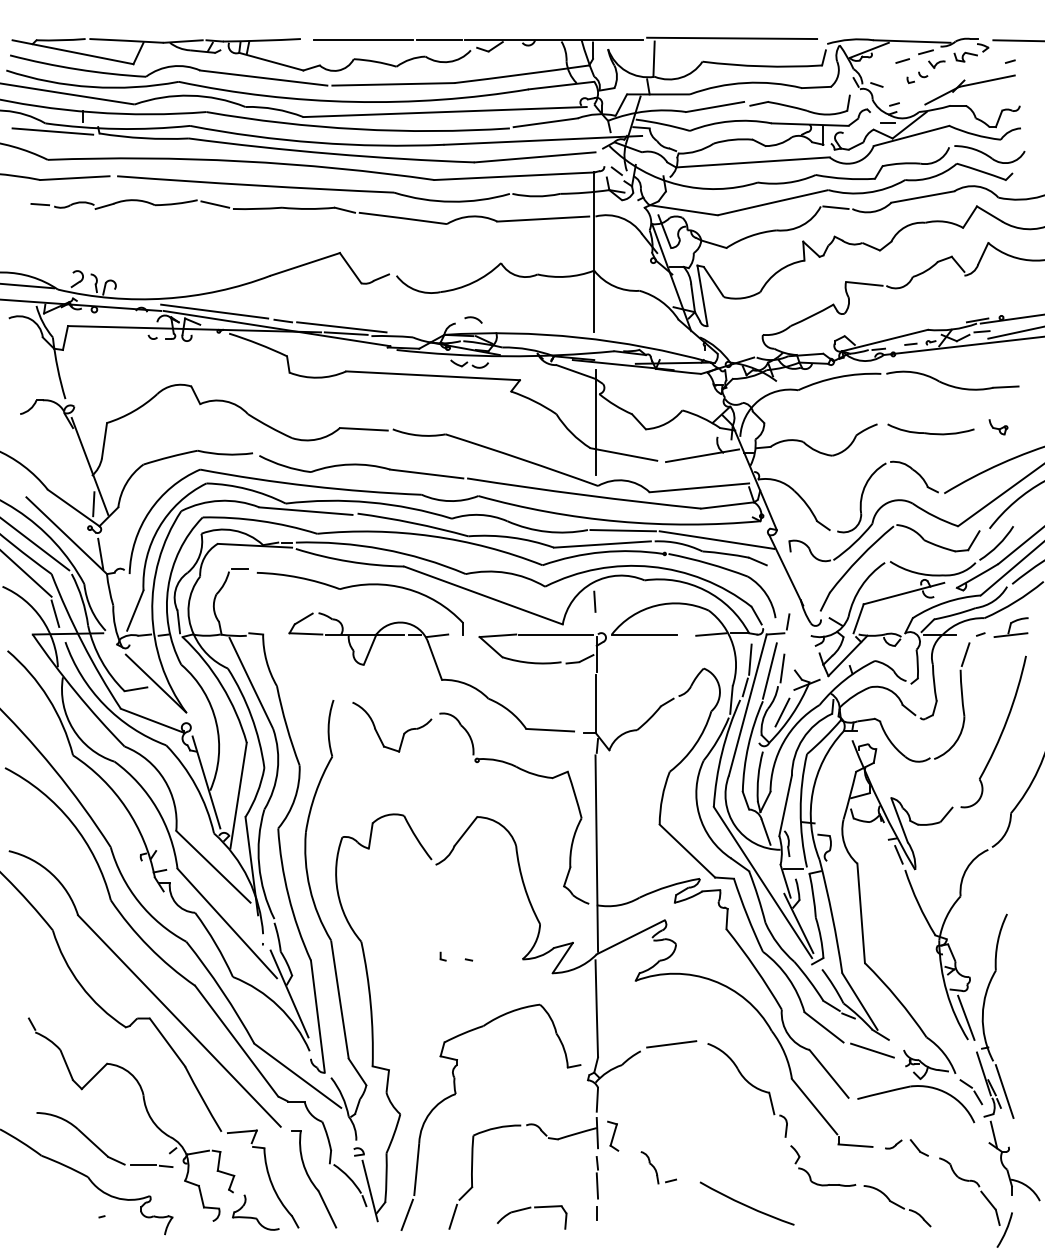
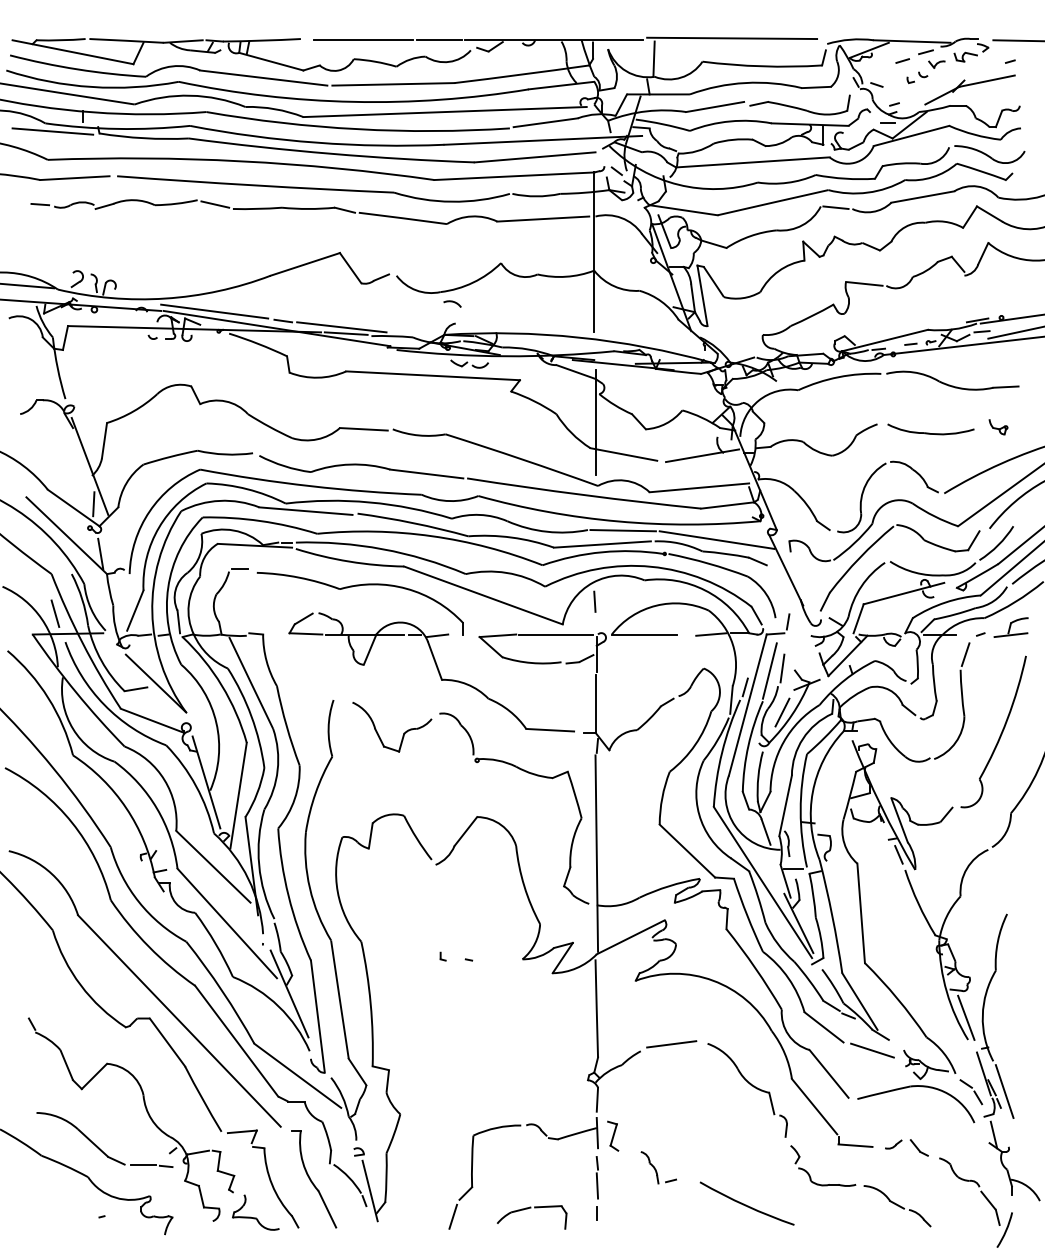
arc at (473, 318) position: (473, 318) -> (452, 302)
line at (35, 544): present -> none
line at (26, 574): present -> none
line at (750, 659): present -> none
part at (455, 1095): present -> none
